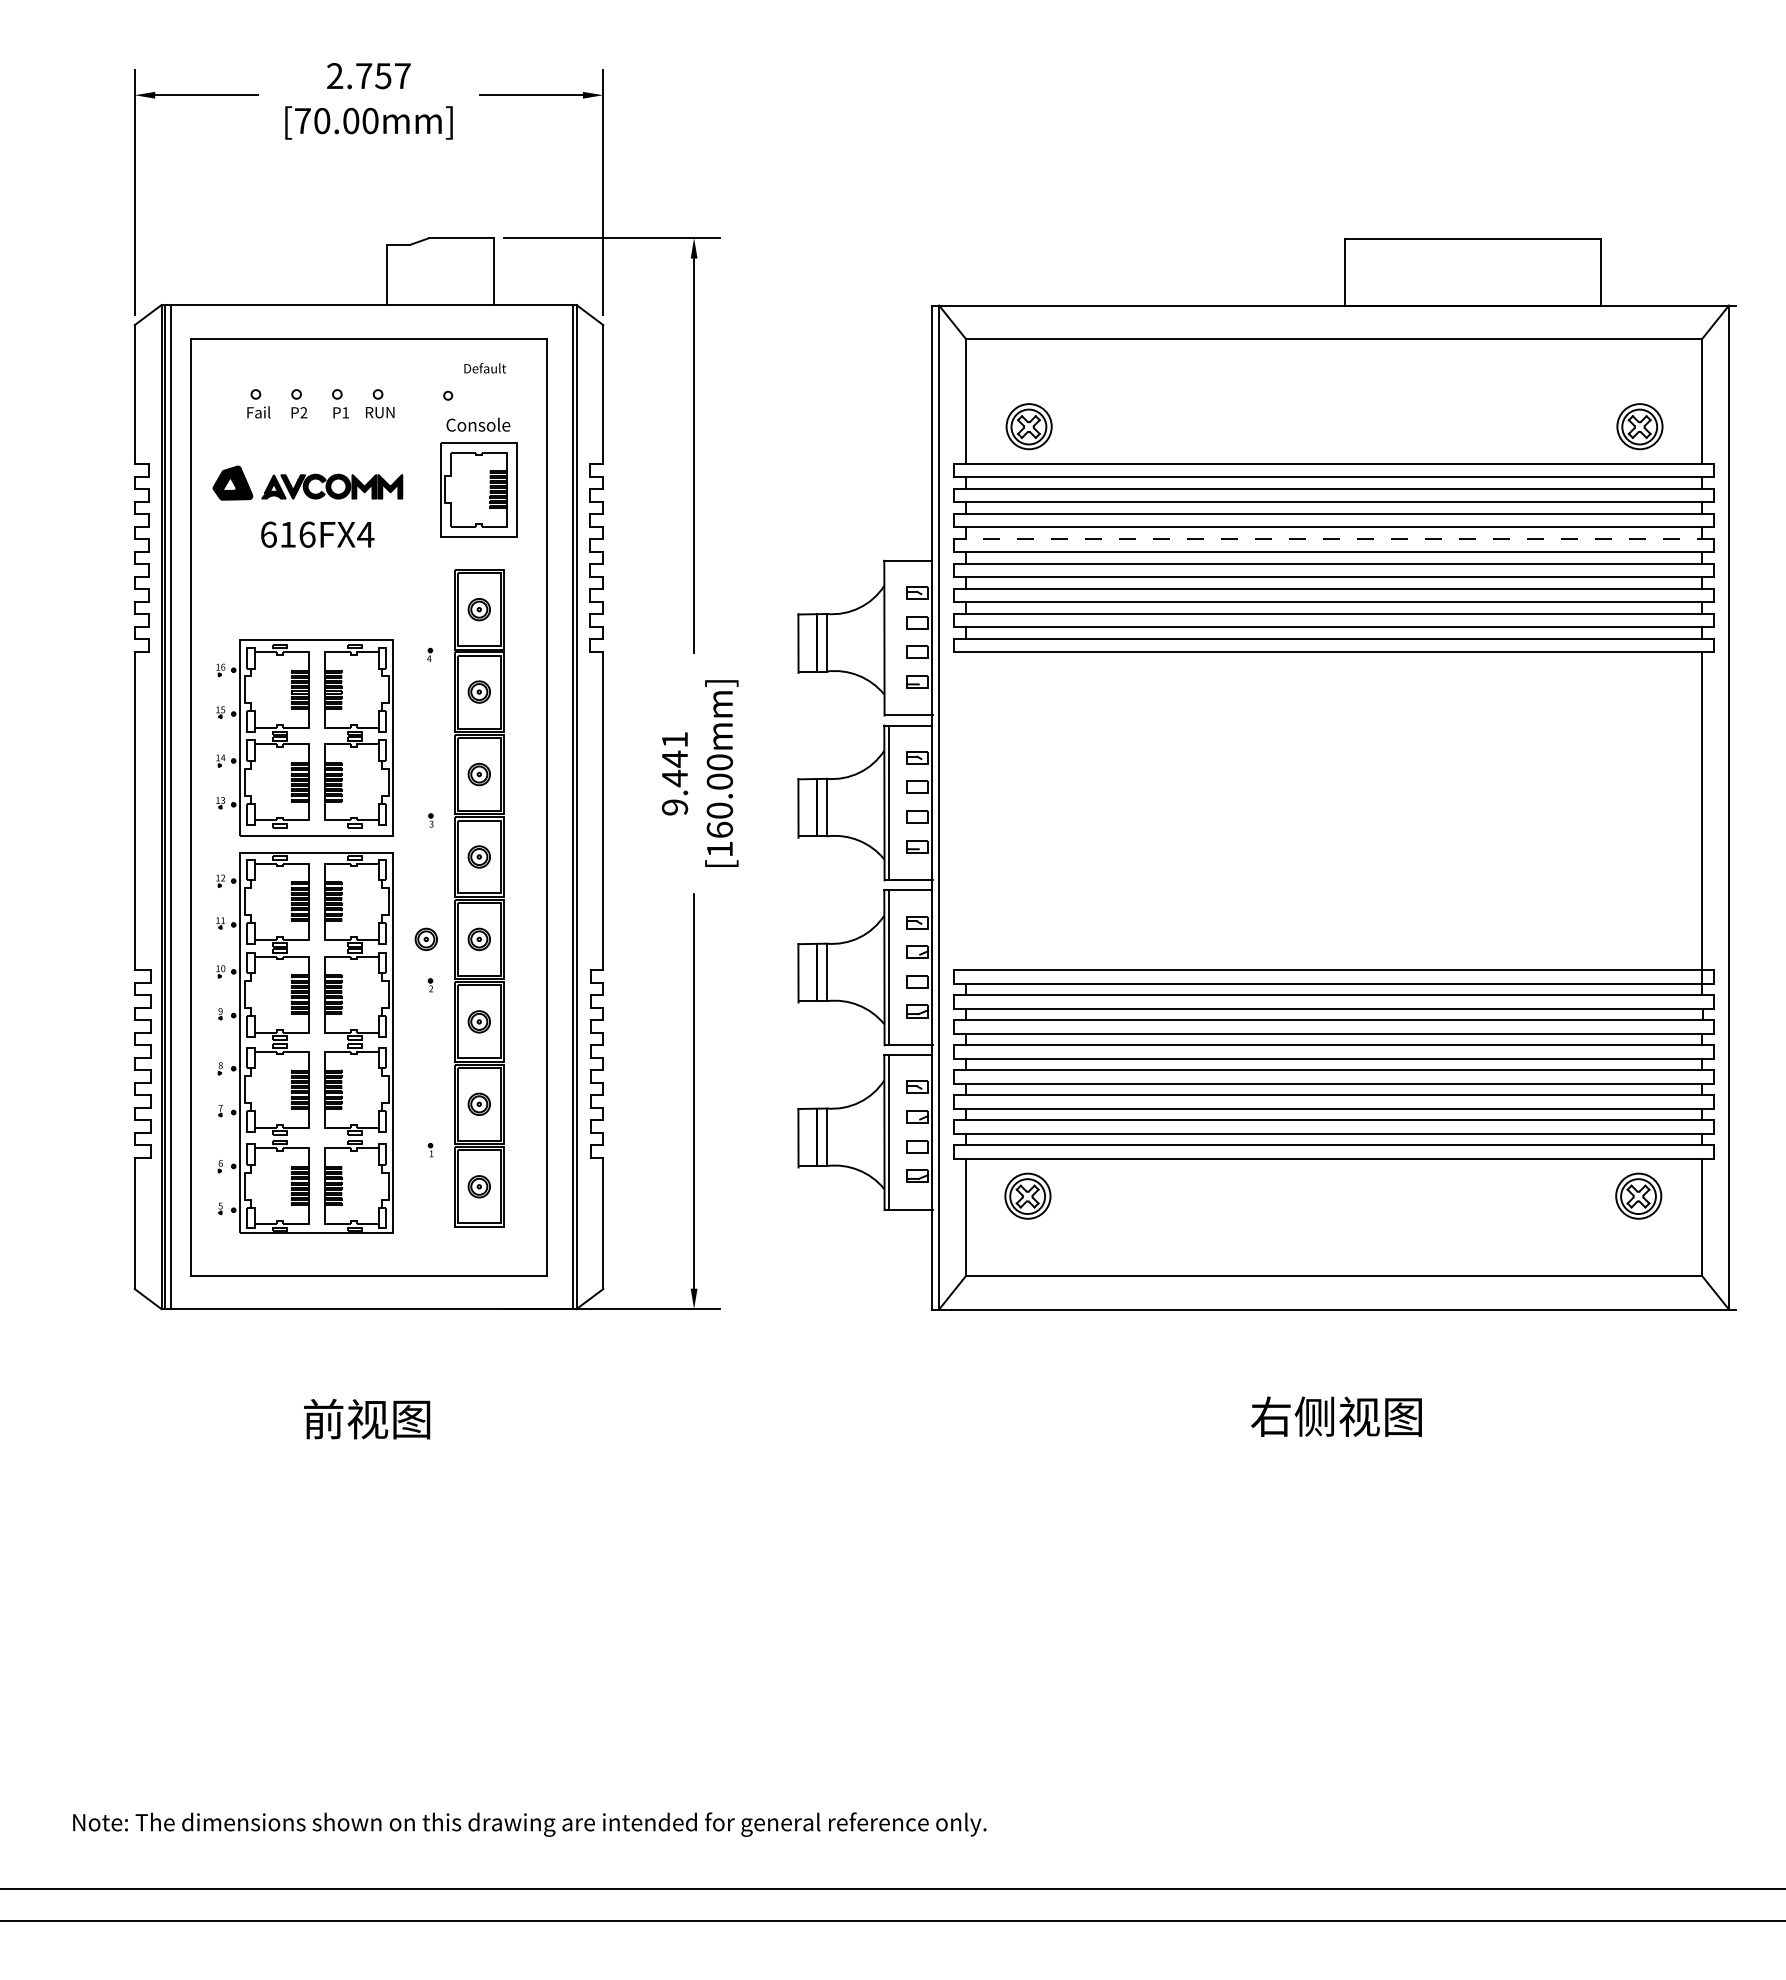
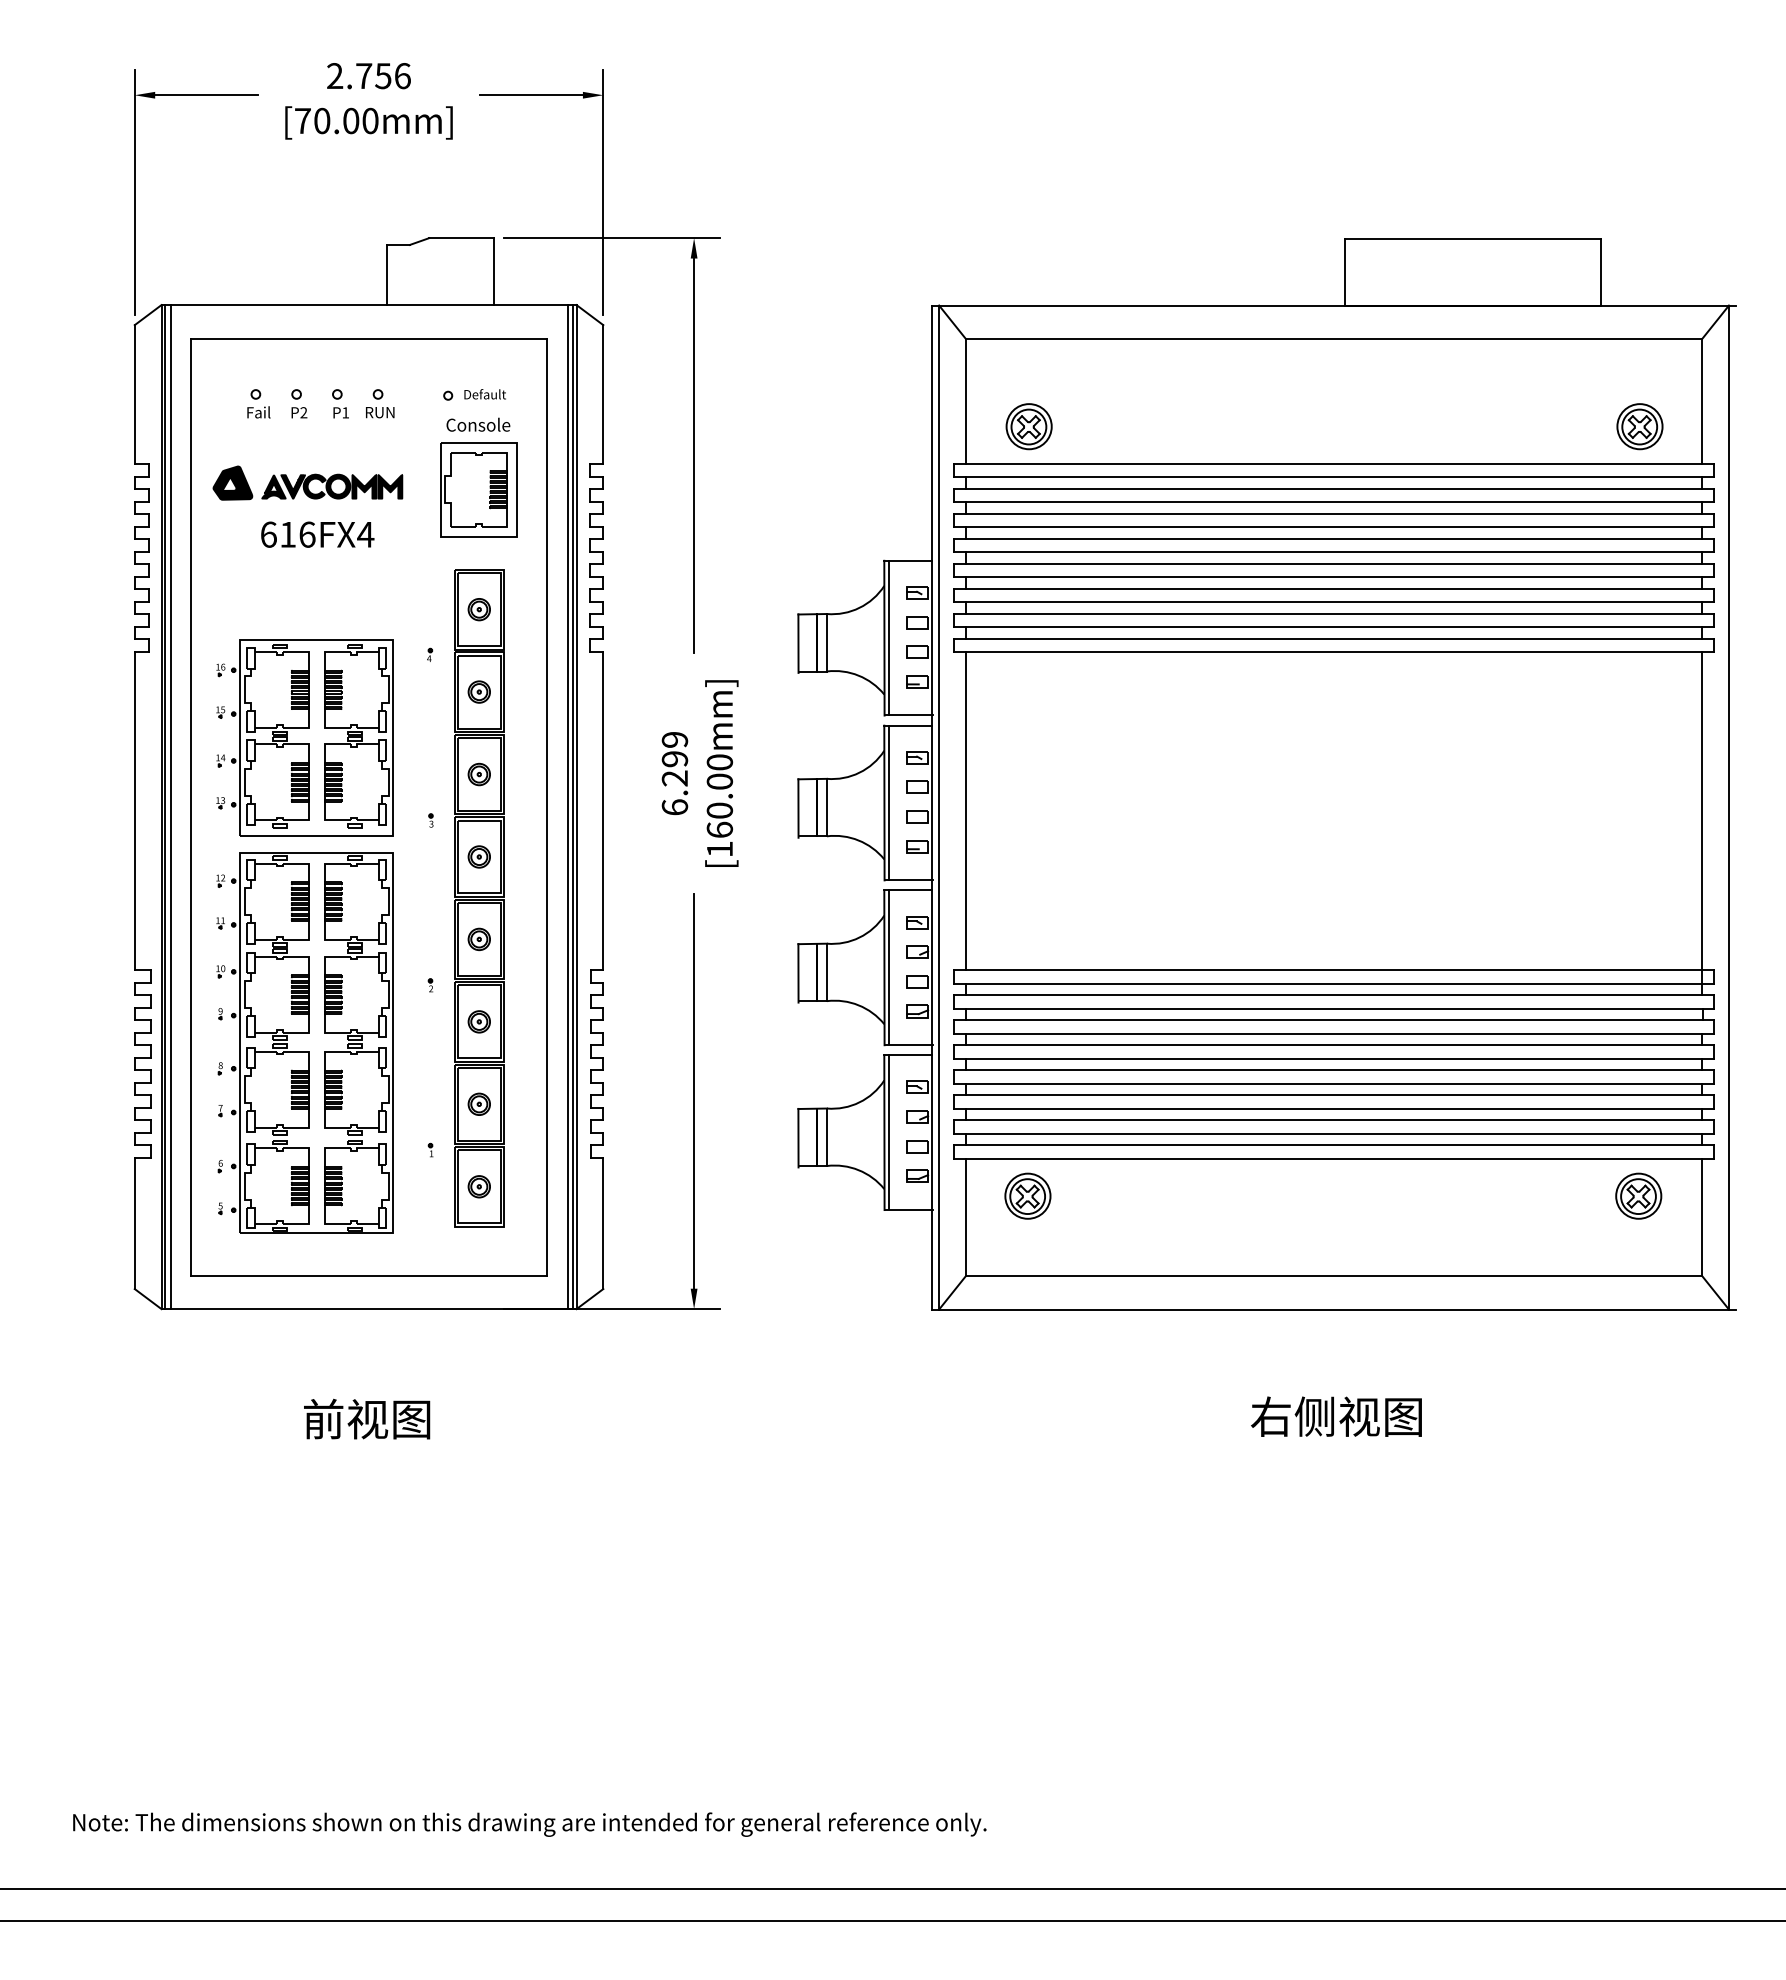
text at (402, 76): 2.757 -> 2.756
text at (484, 368) position: (484, 368) -> (484, 394)
line at (1333, 539): dashed -> solid
line at (888, 637): none -> present
text at (674, 773): 9.441 -> 6.299
line at (567, 807): none -> present
line at (965, 811): none -> present
part at (425, 939): present -> none
